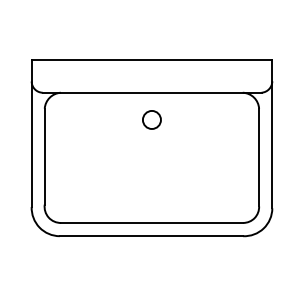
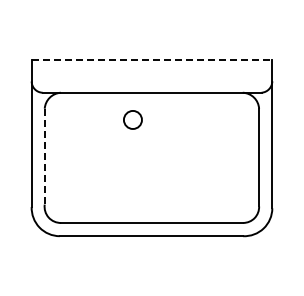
line at (152, 59): solid -> dashed
circle at (151, 119) position: (151, 119) -> (132, 119)
line at (44, 156): solid -> dashed
